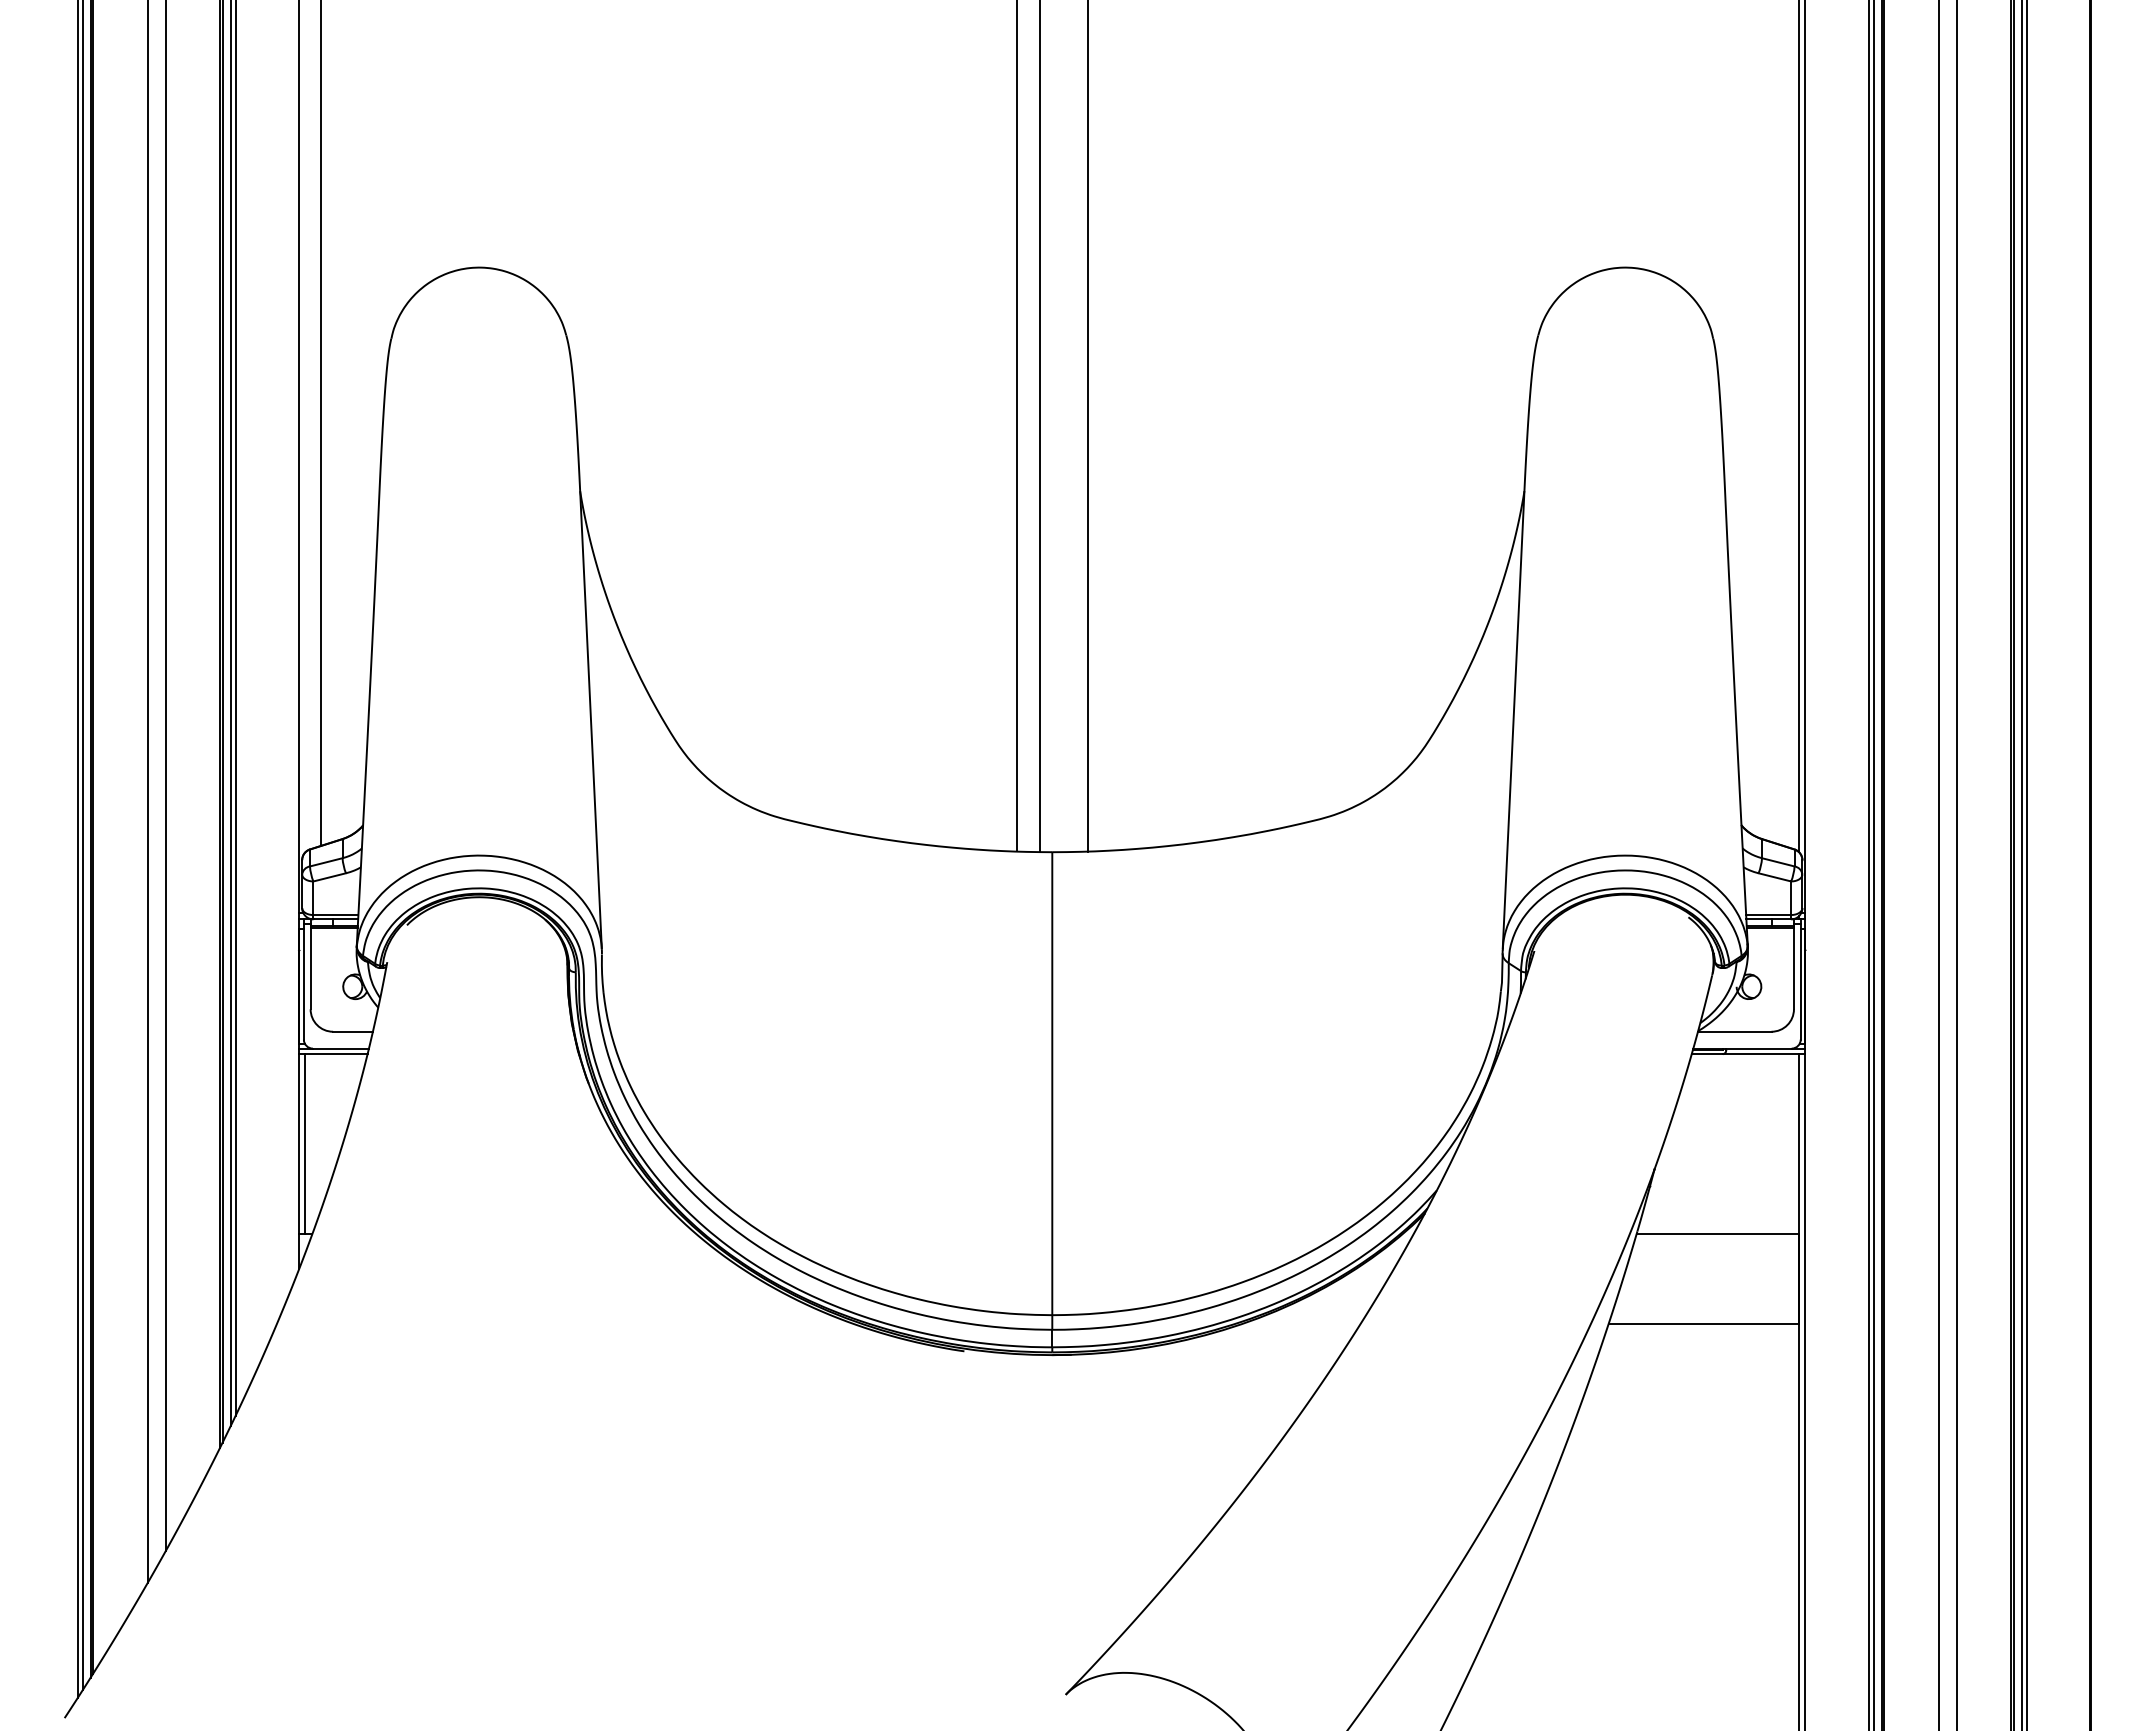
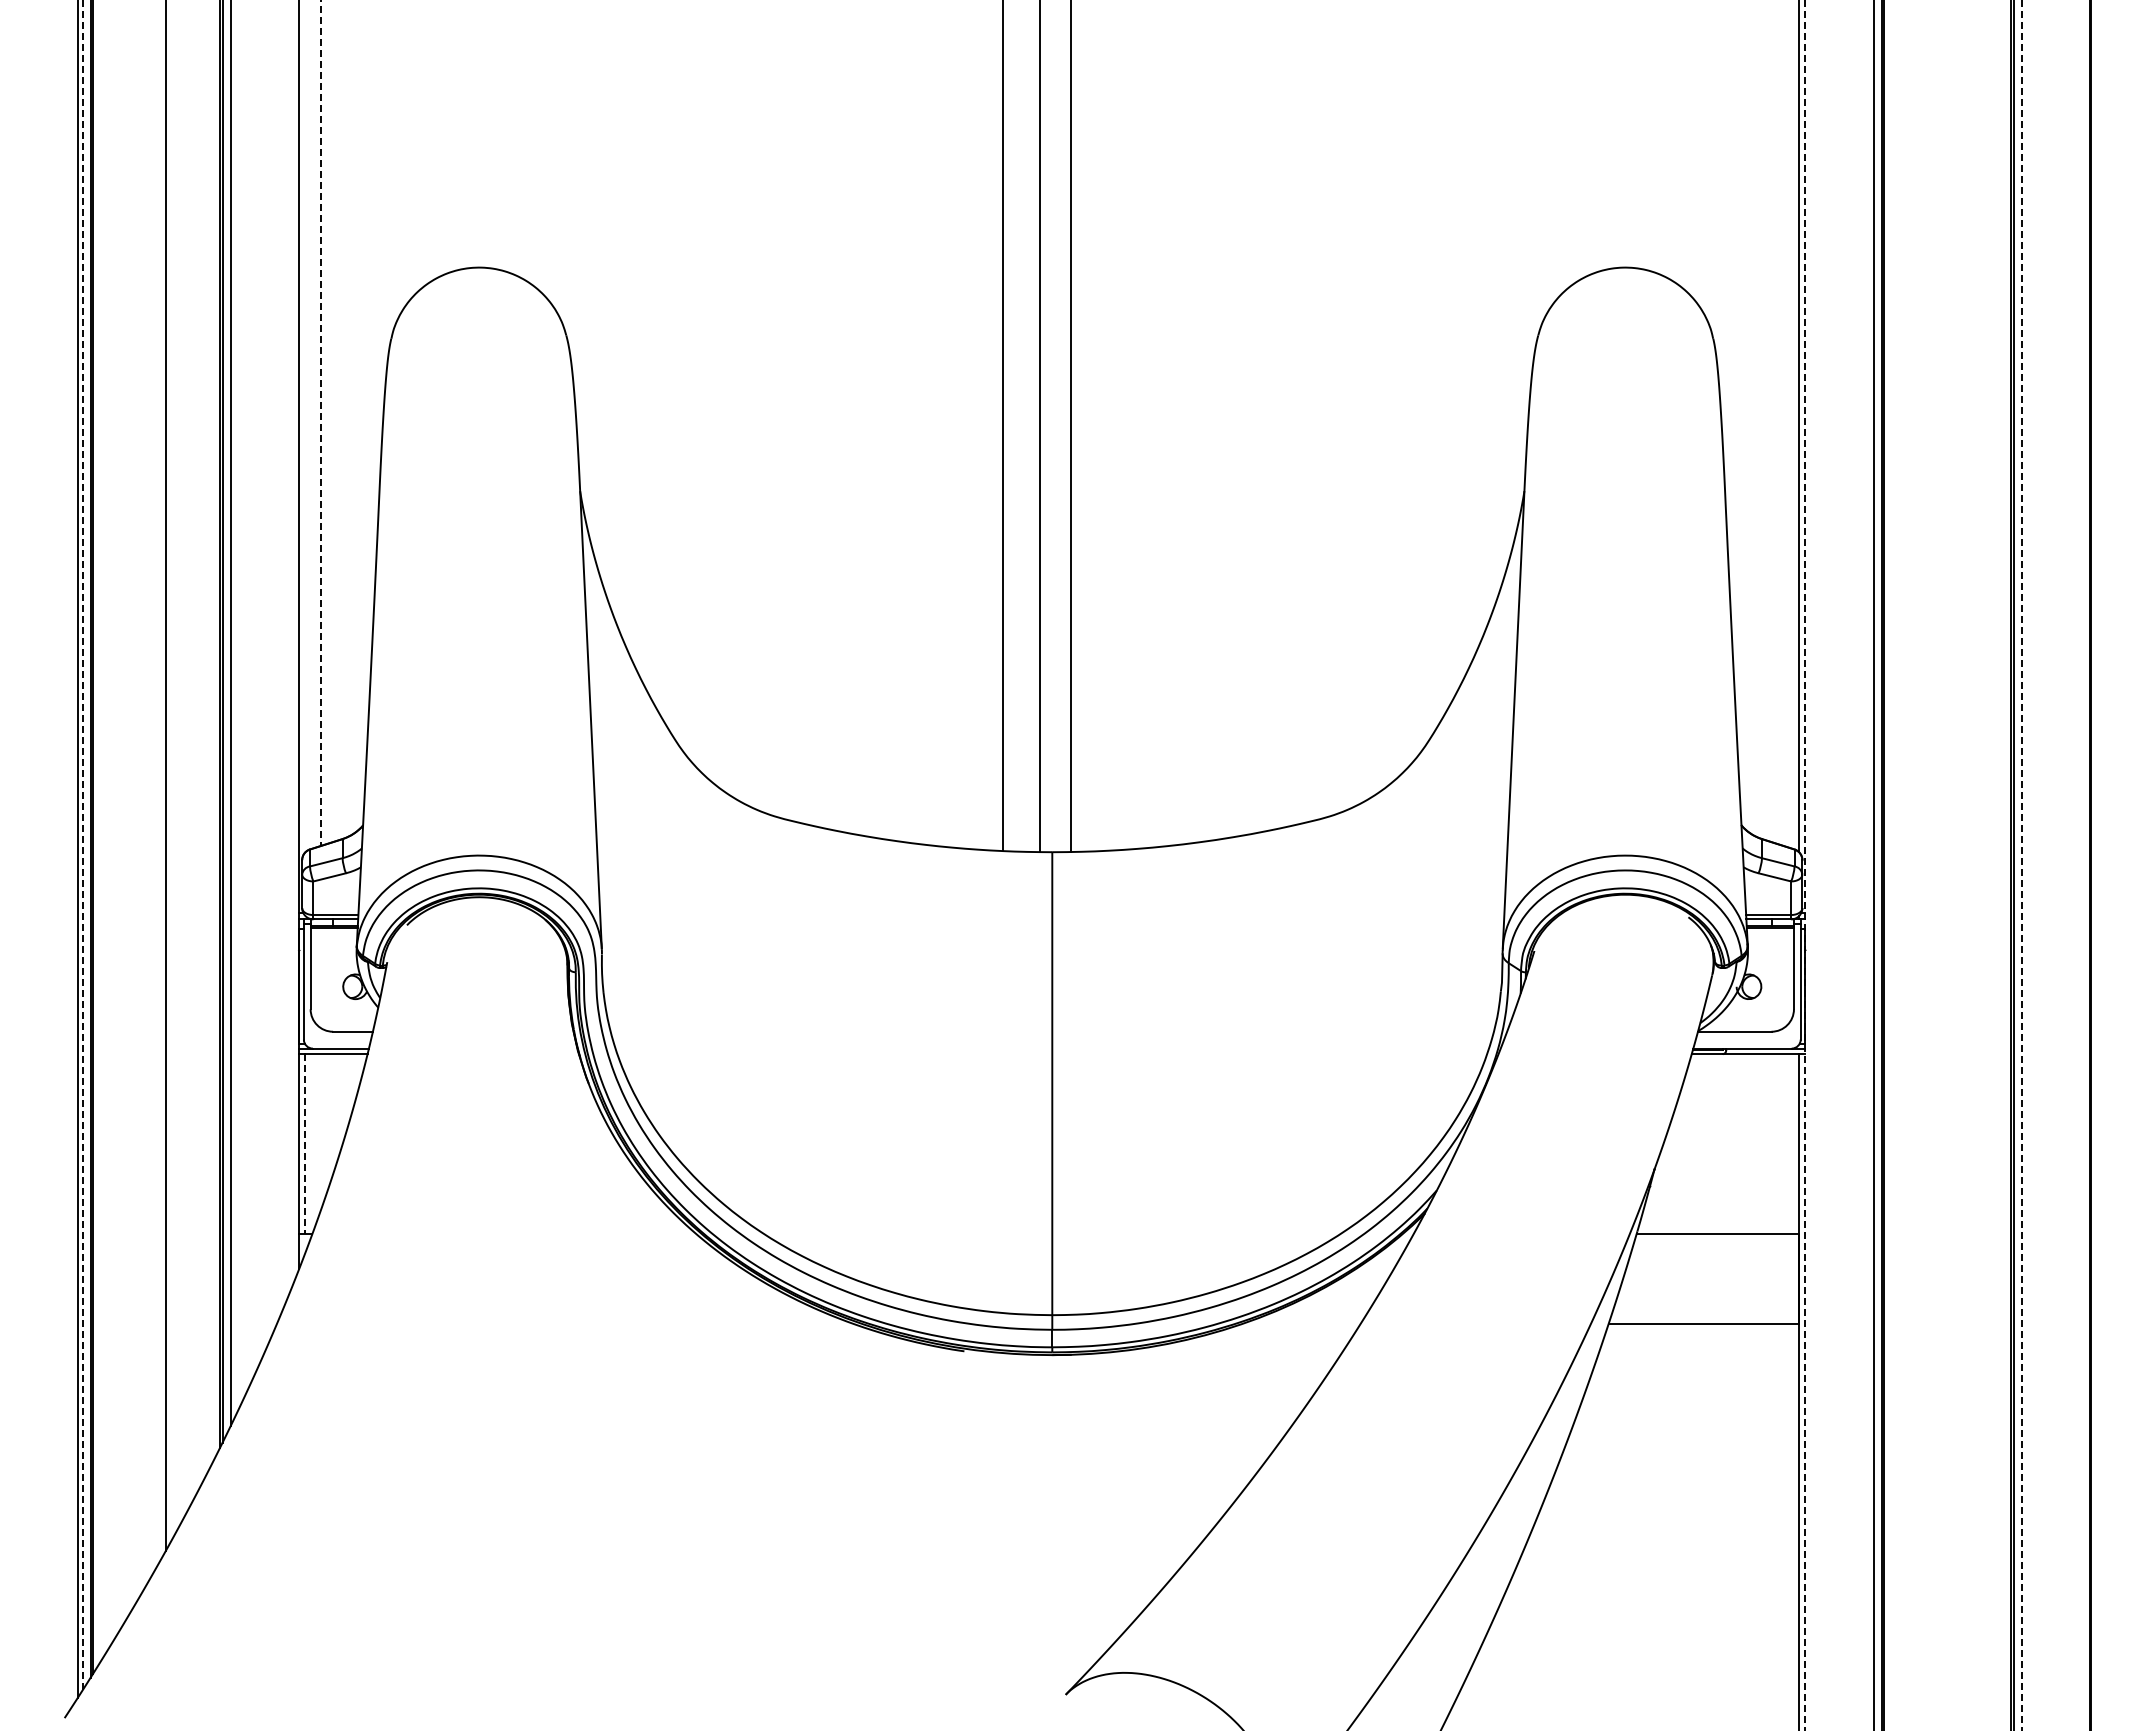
line at (321, 422): solid -> dashed
line at (1016, 426) position: (1016, 426) -> (1002, 426)
line at (1088, 426) position: (1088, 426) -> (1071, 426)
line at (235, 708): present -> none
line at (147, 792): present -> none
line at (82, 845): solid -> dashed
line at (1868, 864): present -> none
line at (1938, 864): present -> none
line at (1956, 864): present -> none
line at (2026, 864): present -> none
line at (1805, 865): solid -> dashed
line at (2021, 865): solid -> dashed
line at (305, 1144): solid -> dashed
